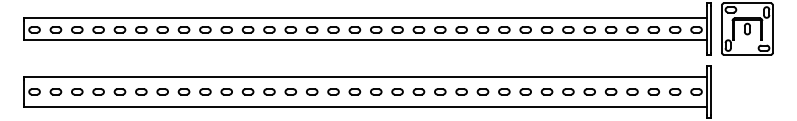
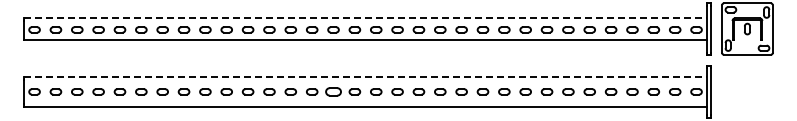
line at (365, 18): solid -> dashed
line at (365, 76): solid -> dashed
part at (333, 91) size: 13x8 px -> 17x10 px
